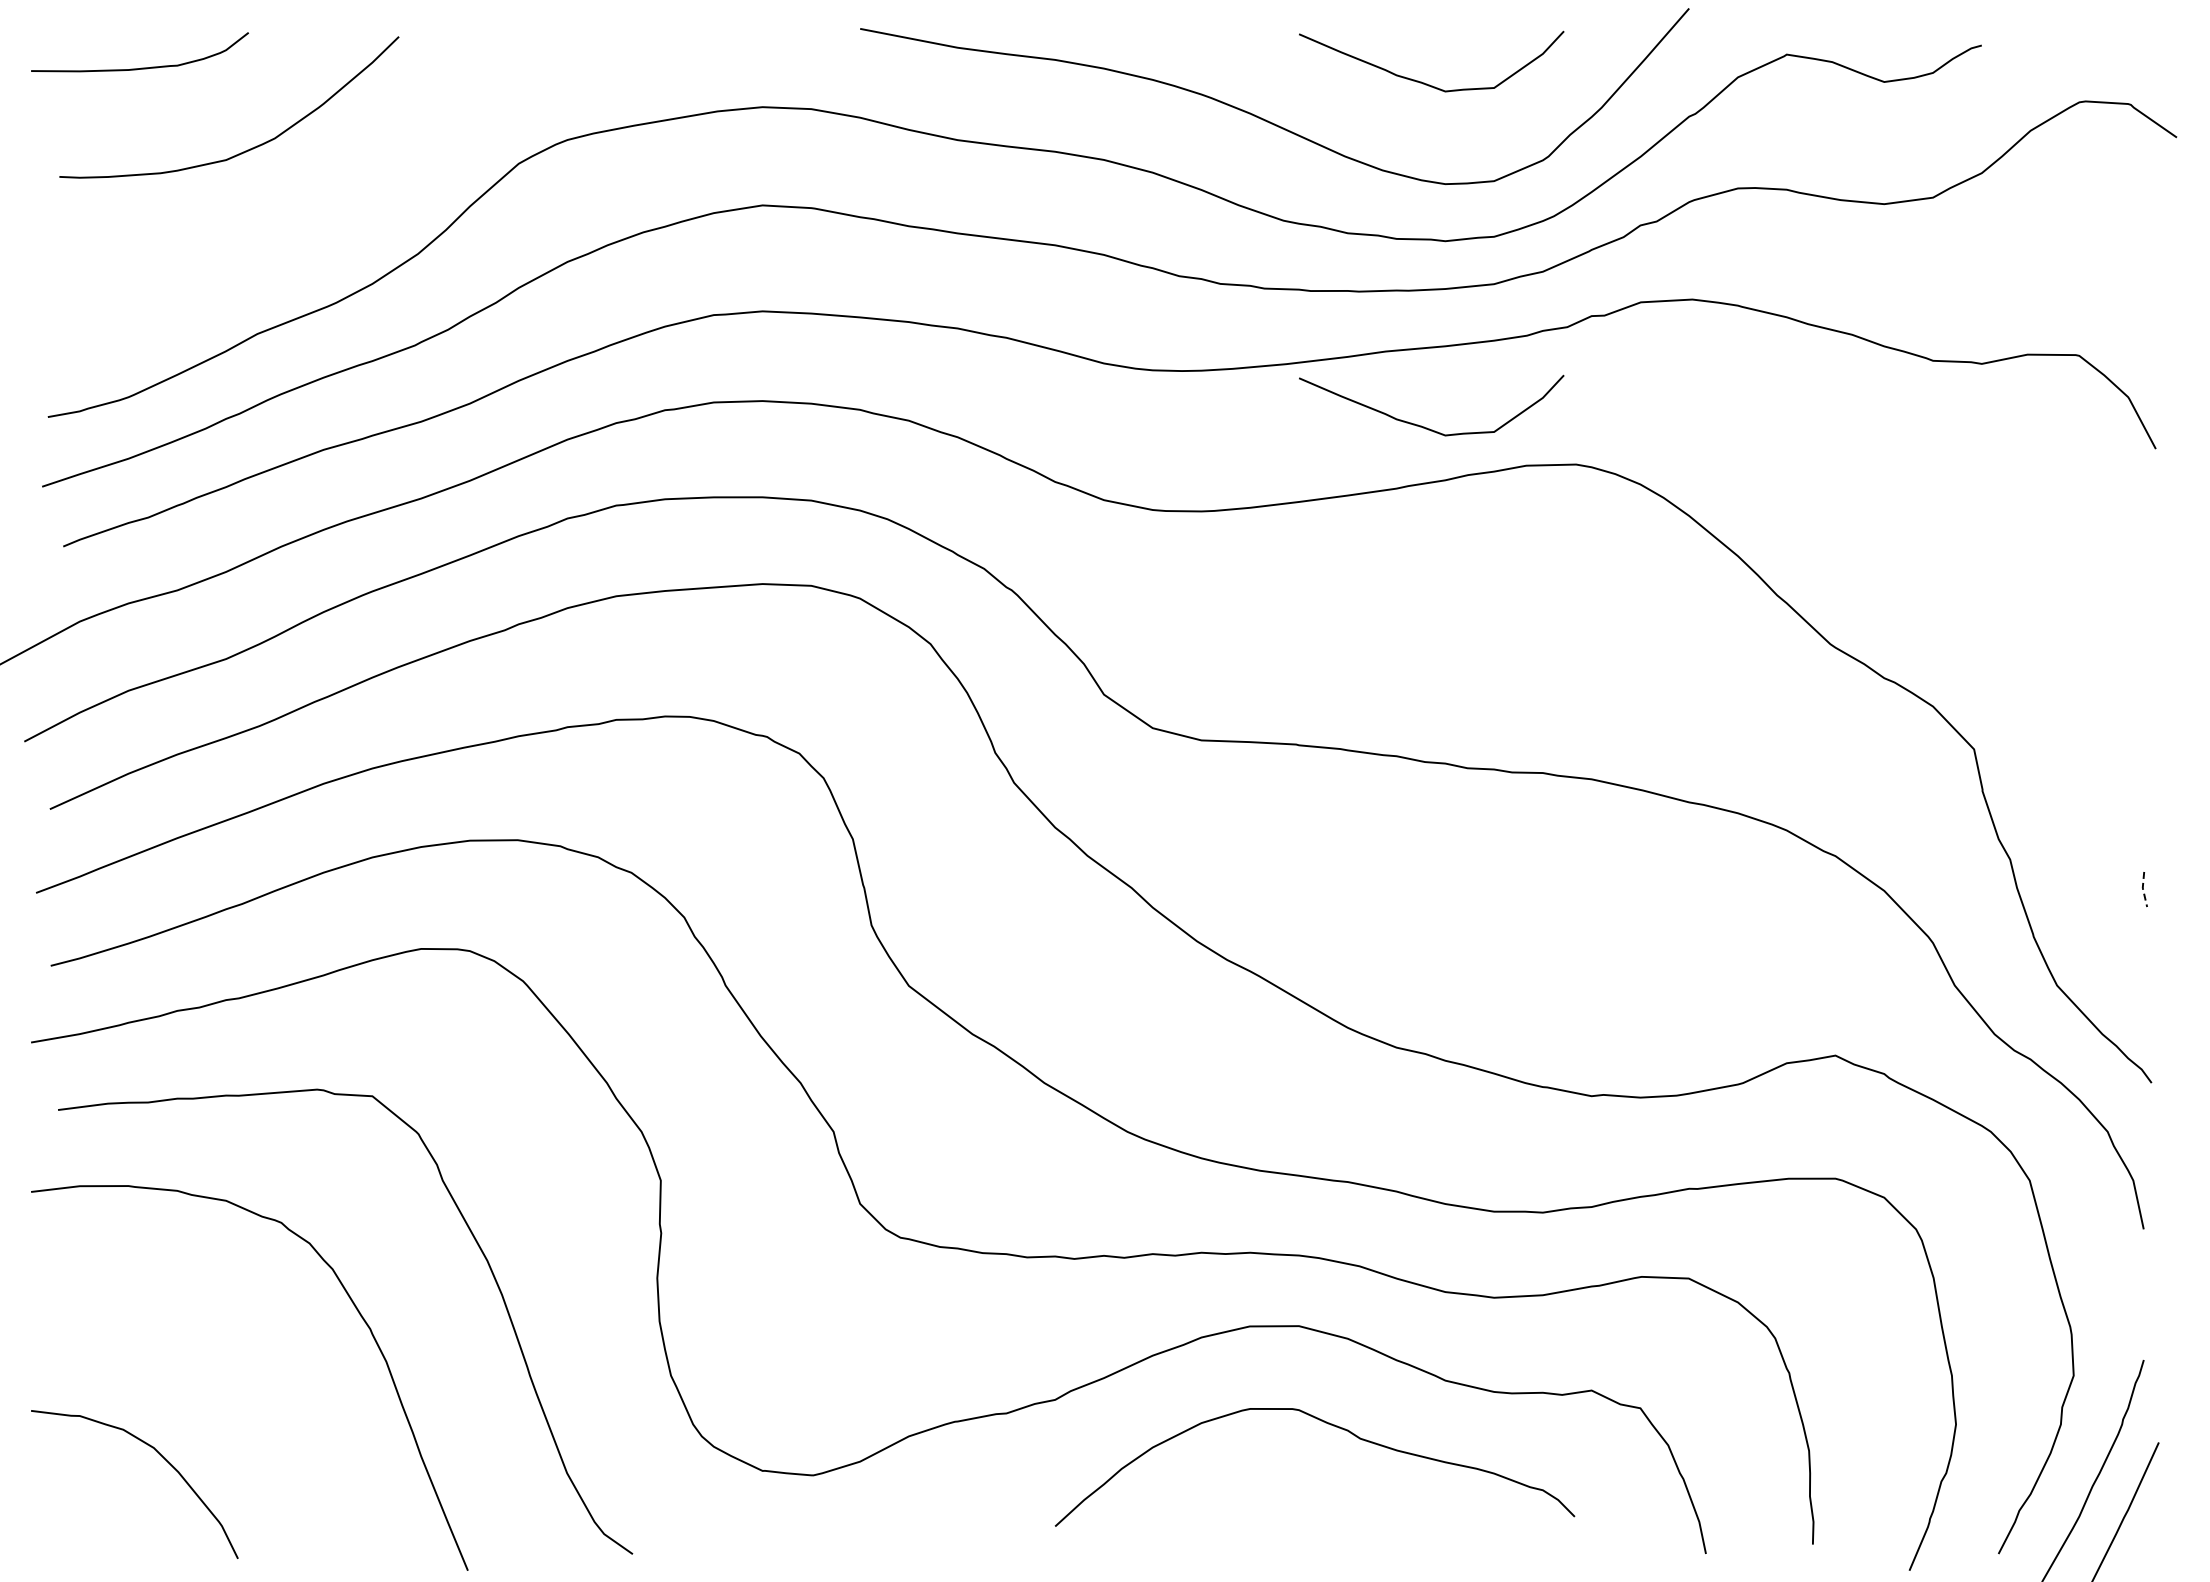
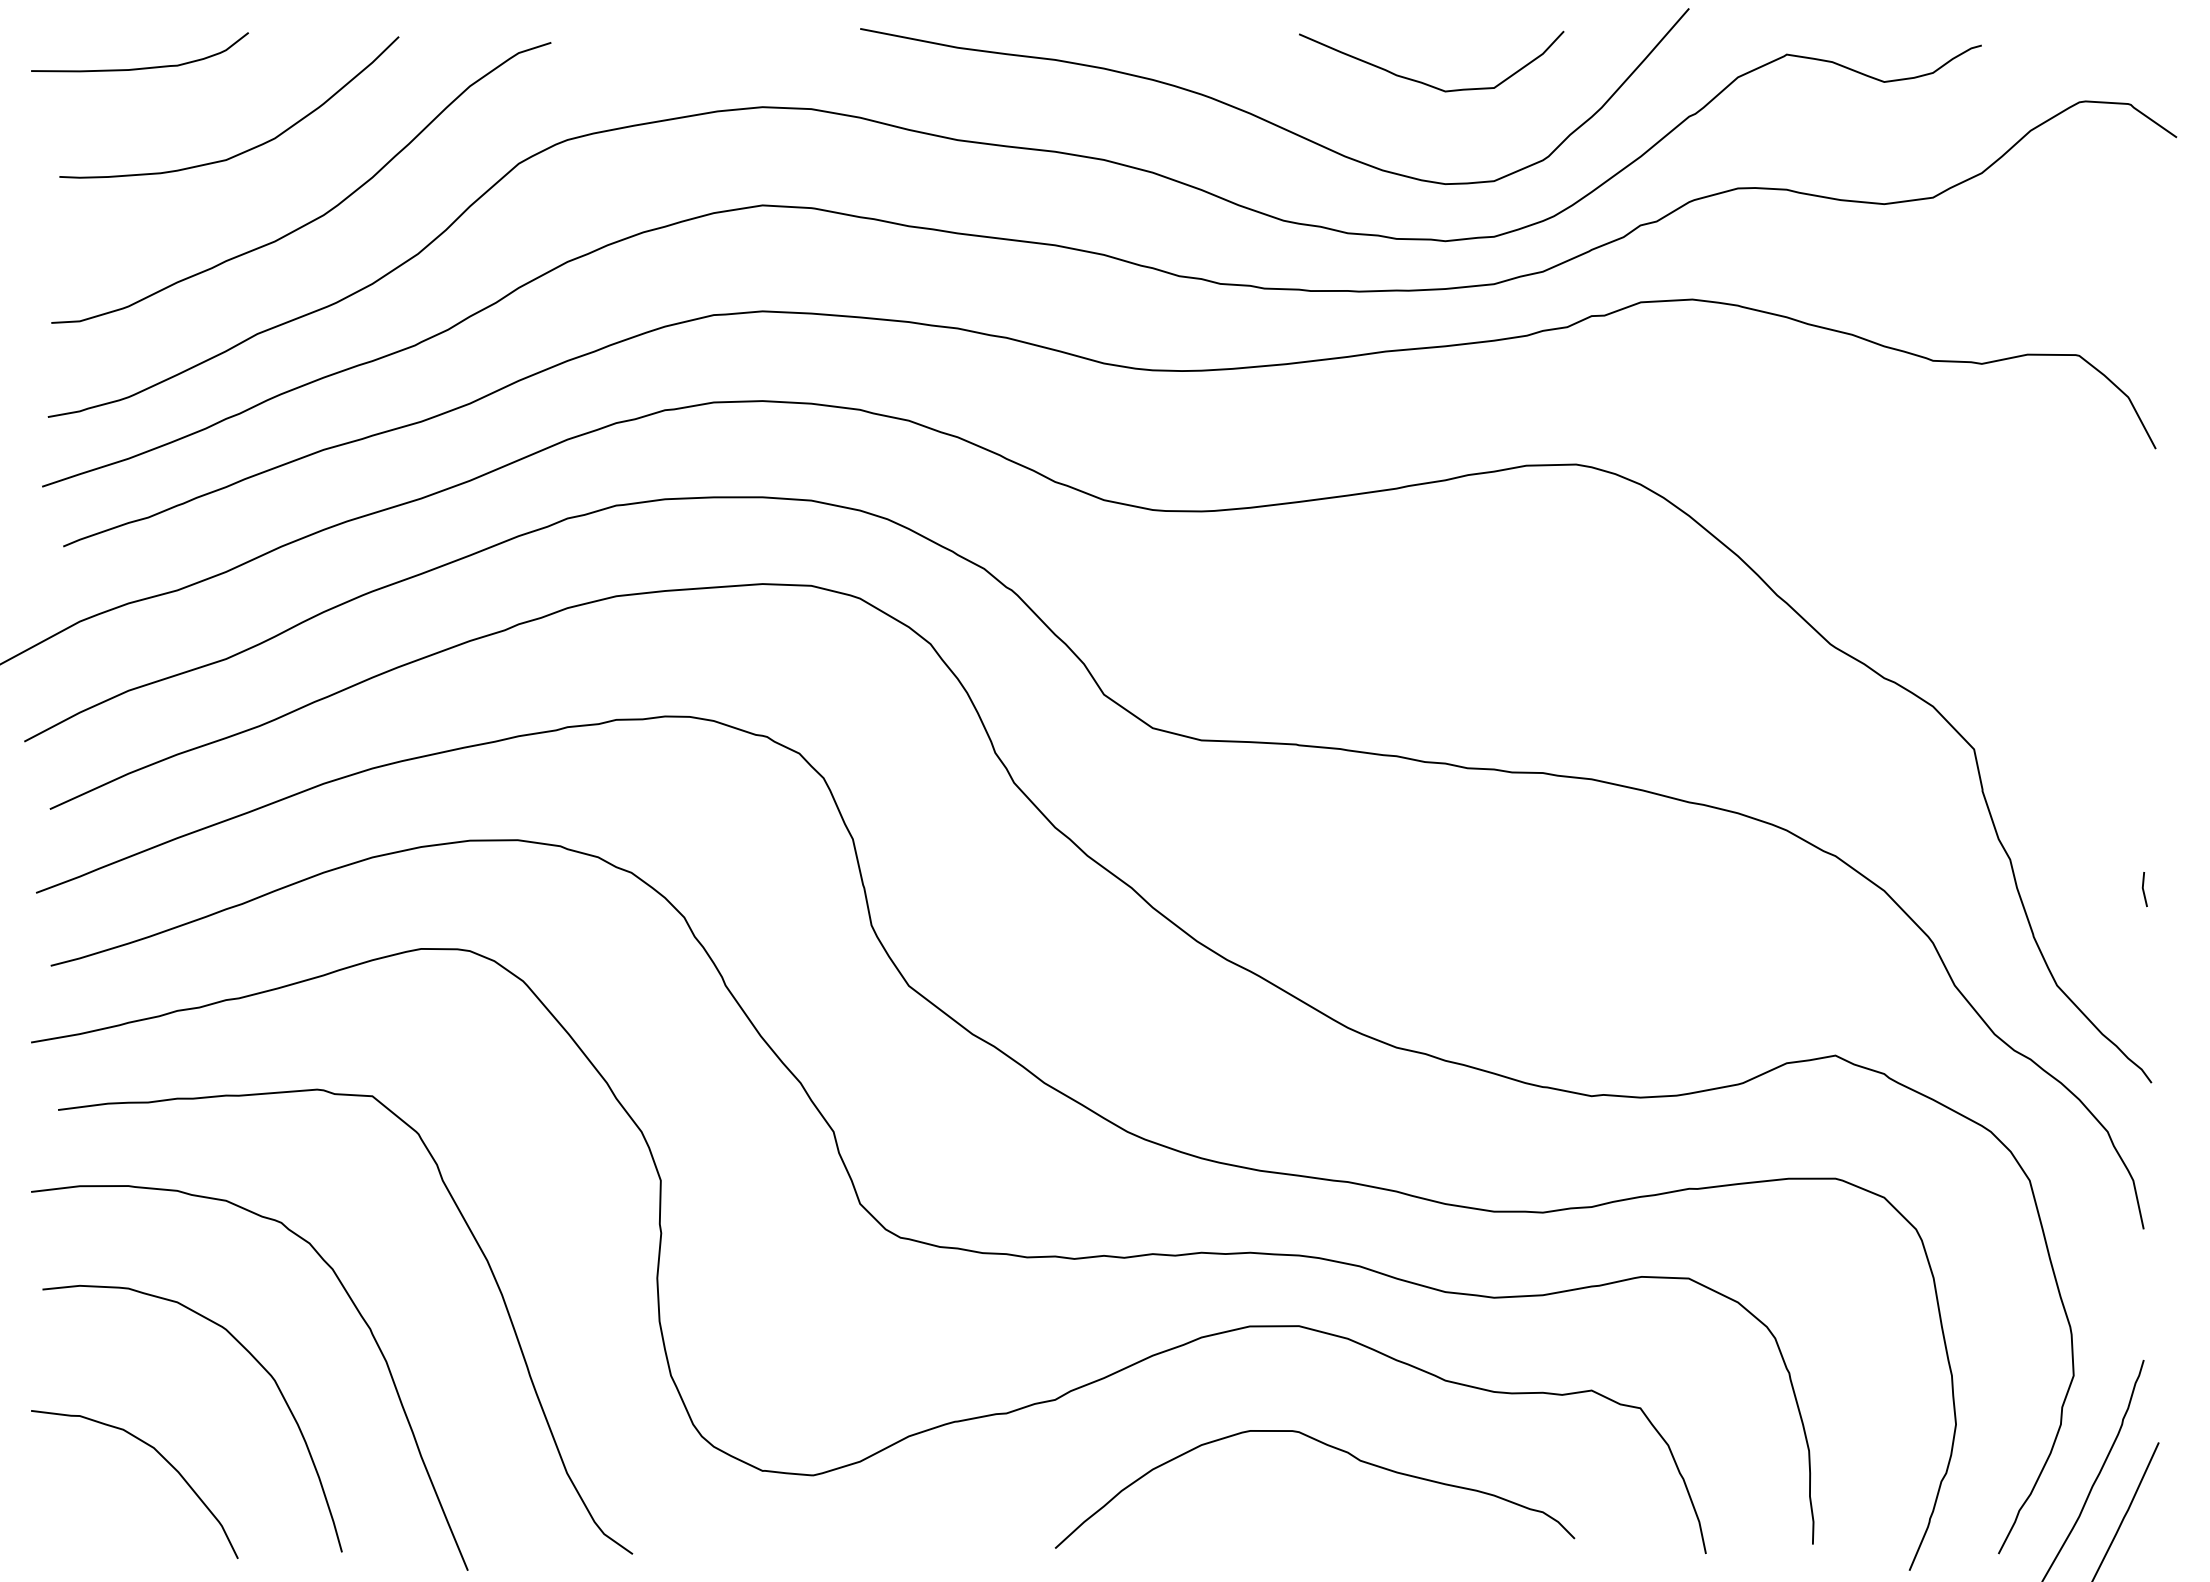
curve at (320, 215): none -> present
curve at (1424, 426): present -> none
line at (2142, 888): dashed -> solid
curve at (252, 1357): none -> present
curve at (1330, 1425) position: (1330, 1425) -> (1330, 1447)
